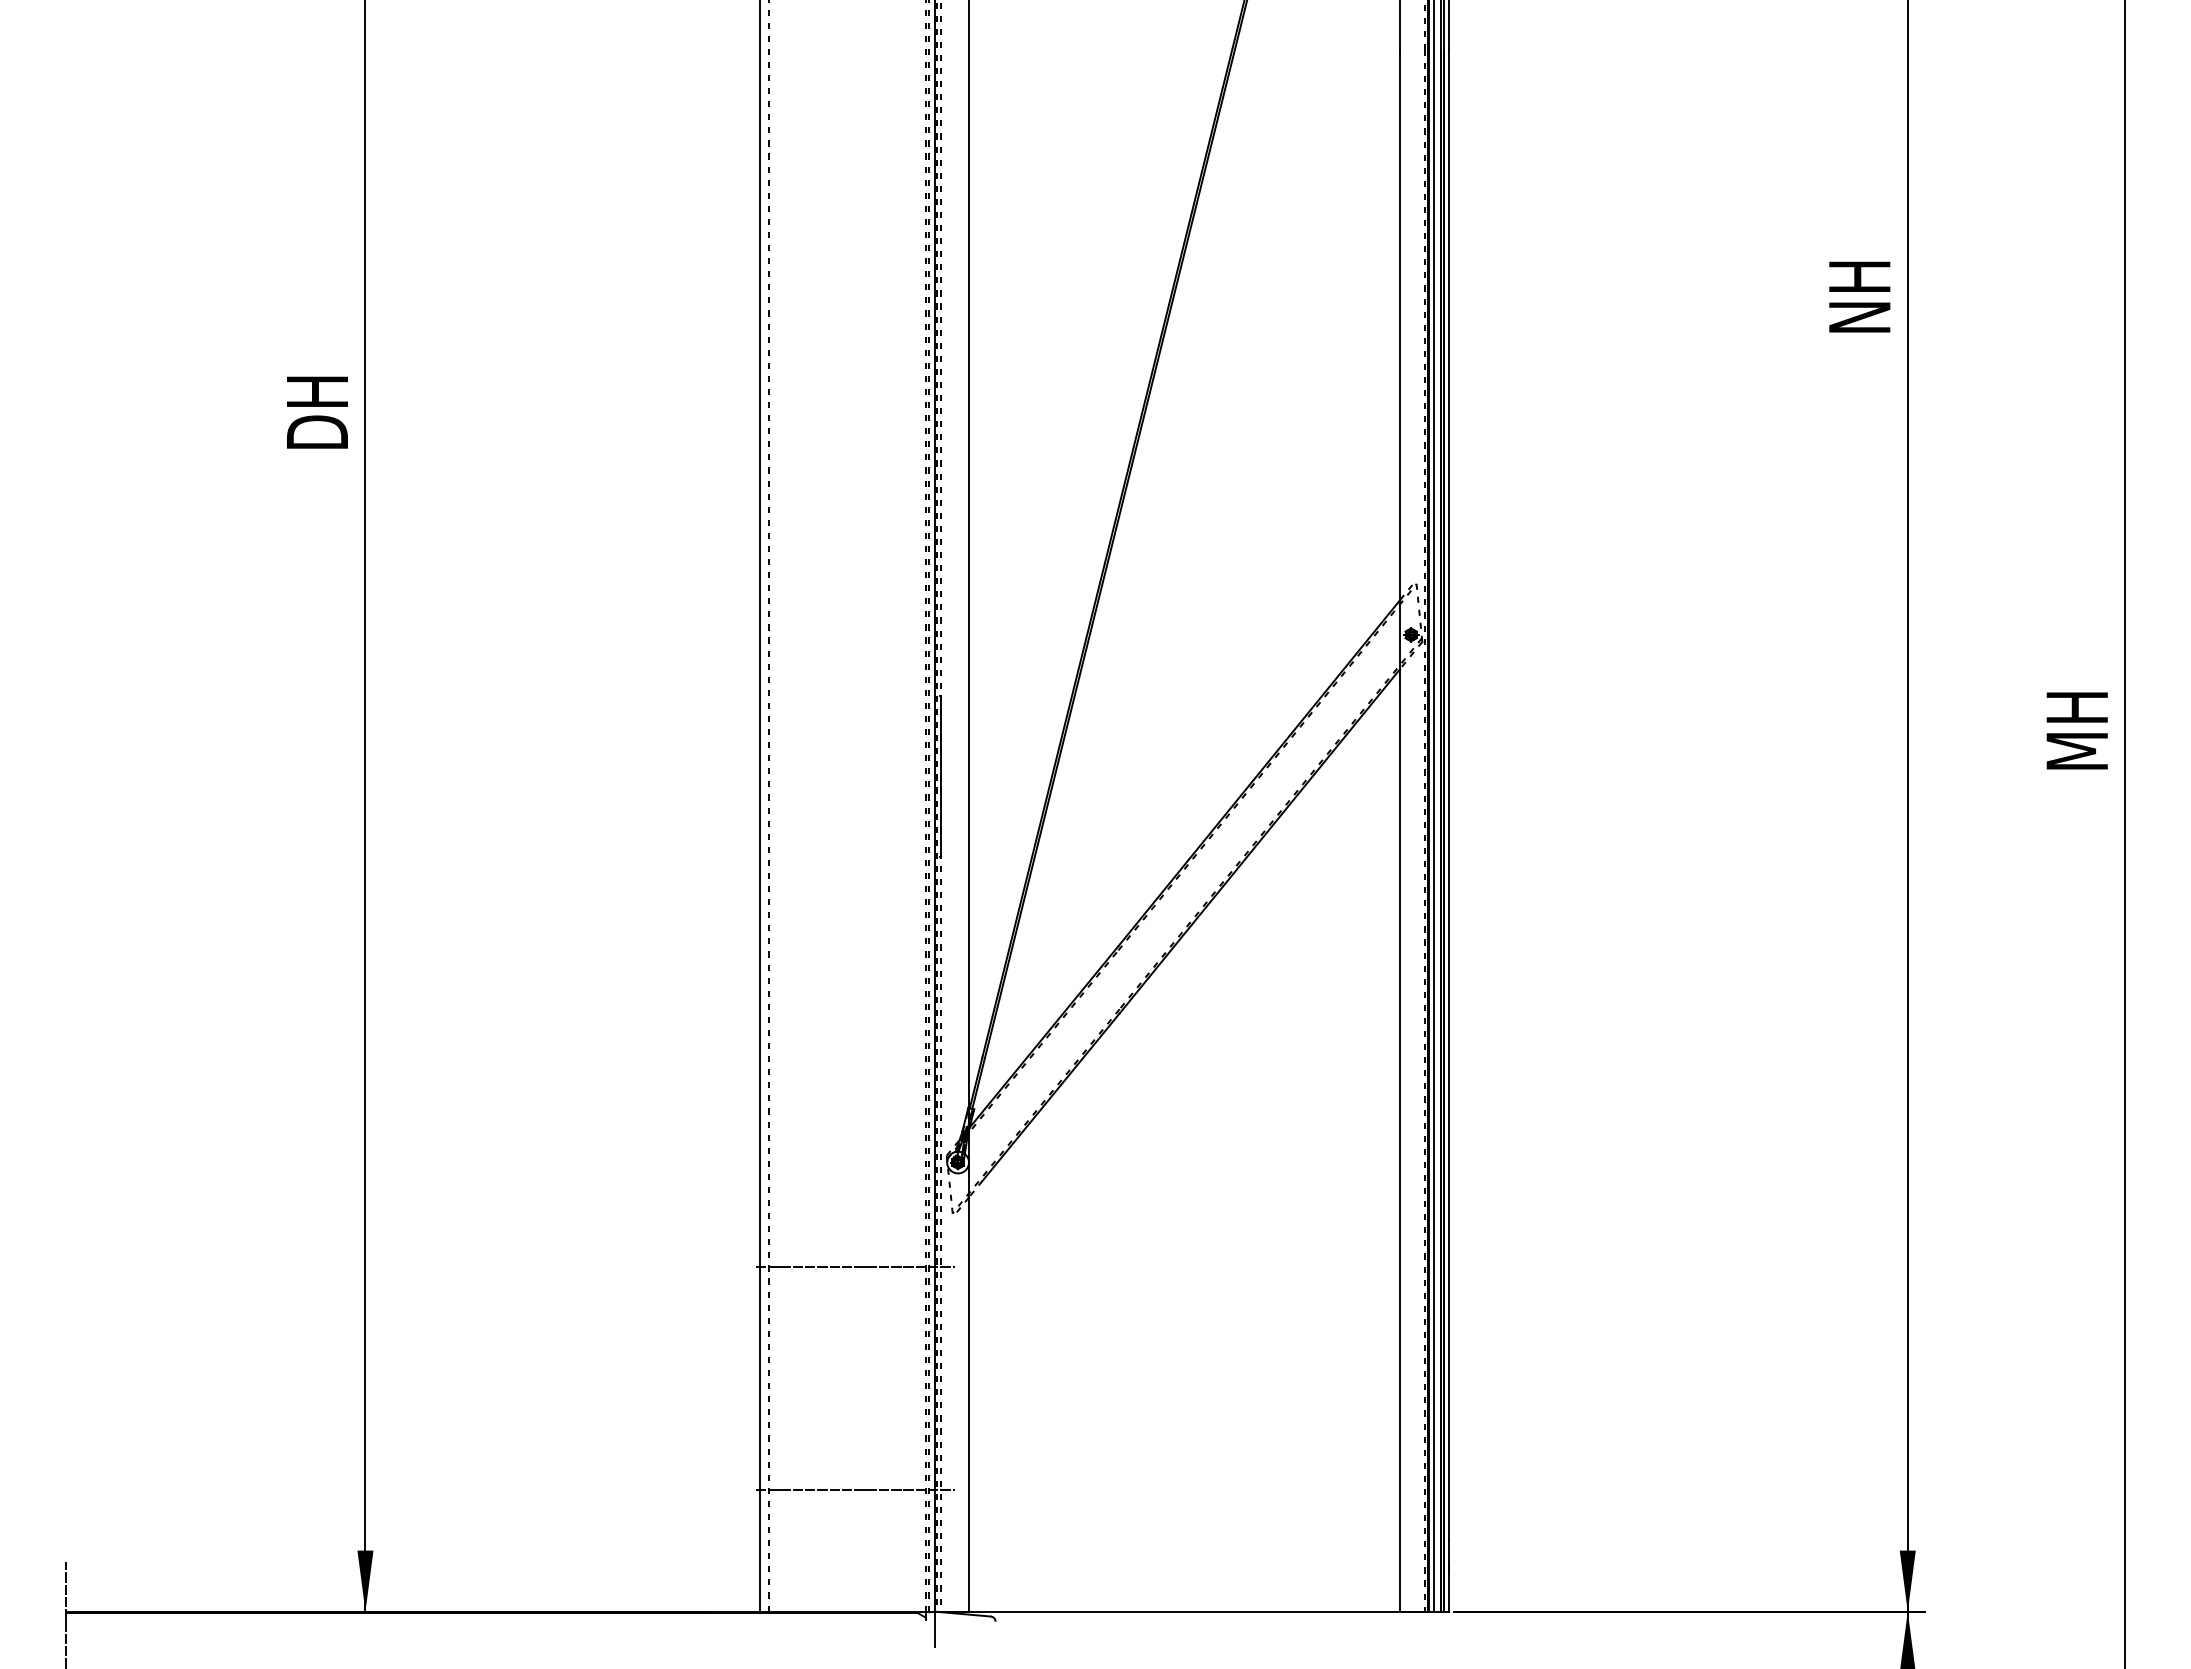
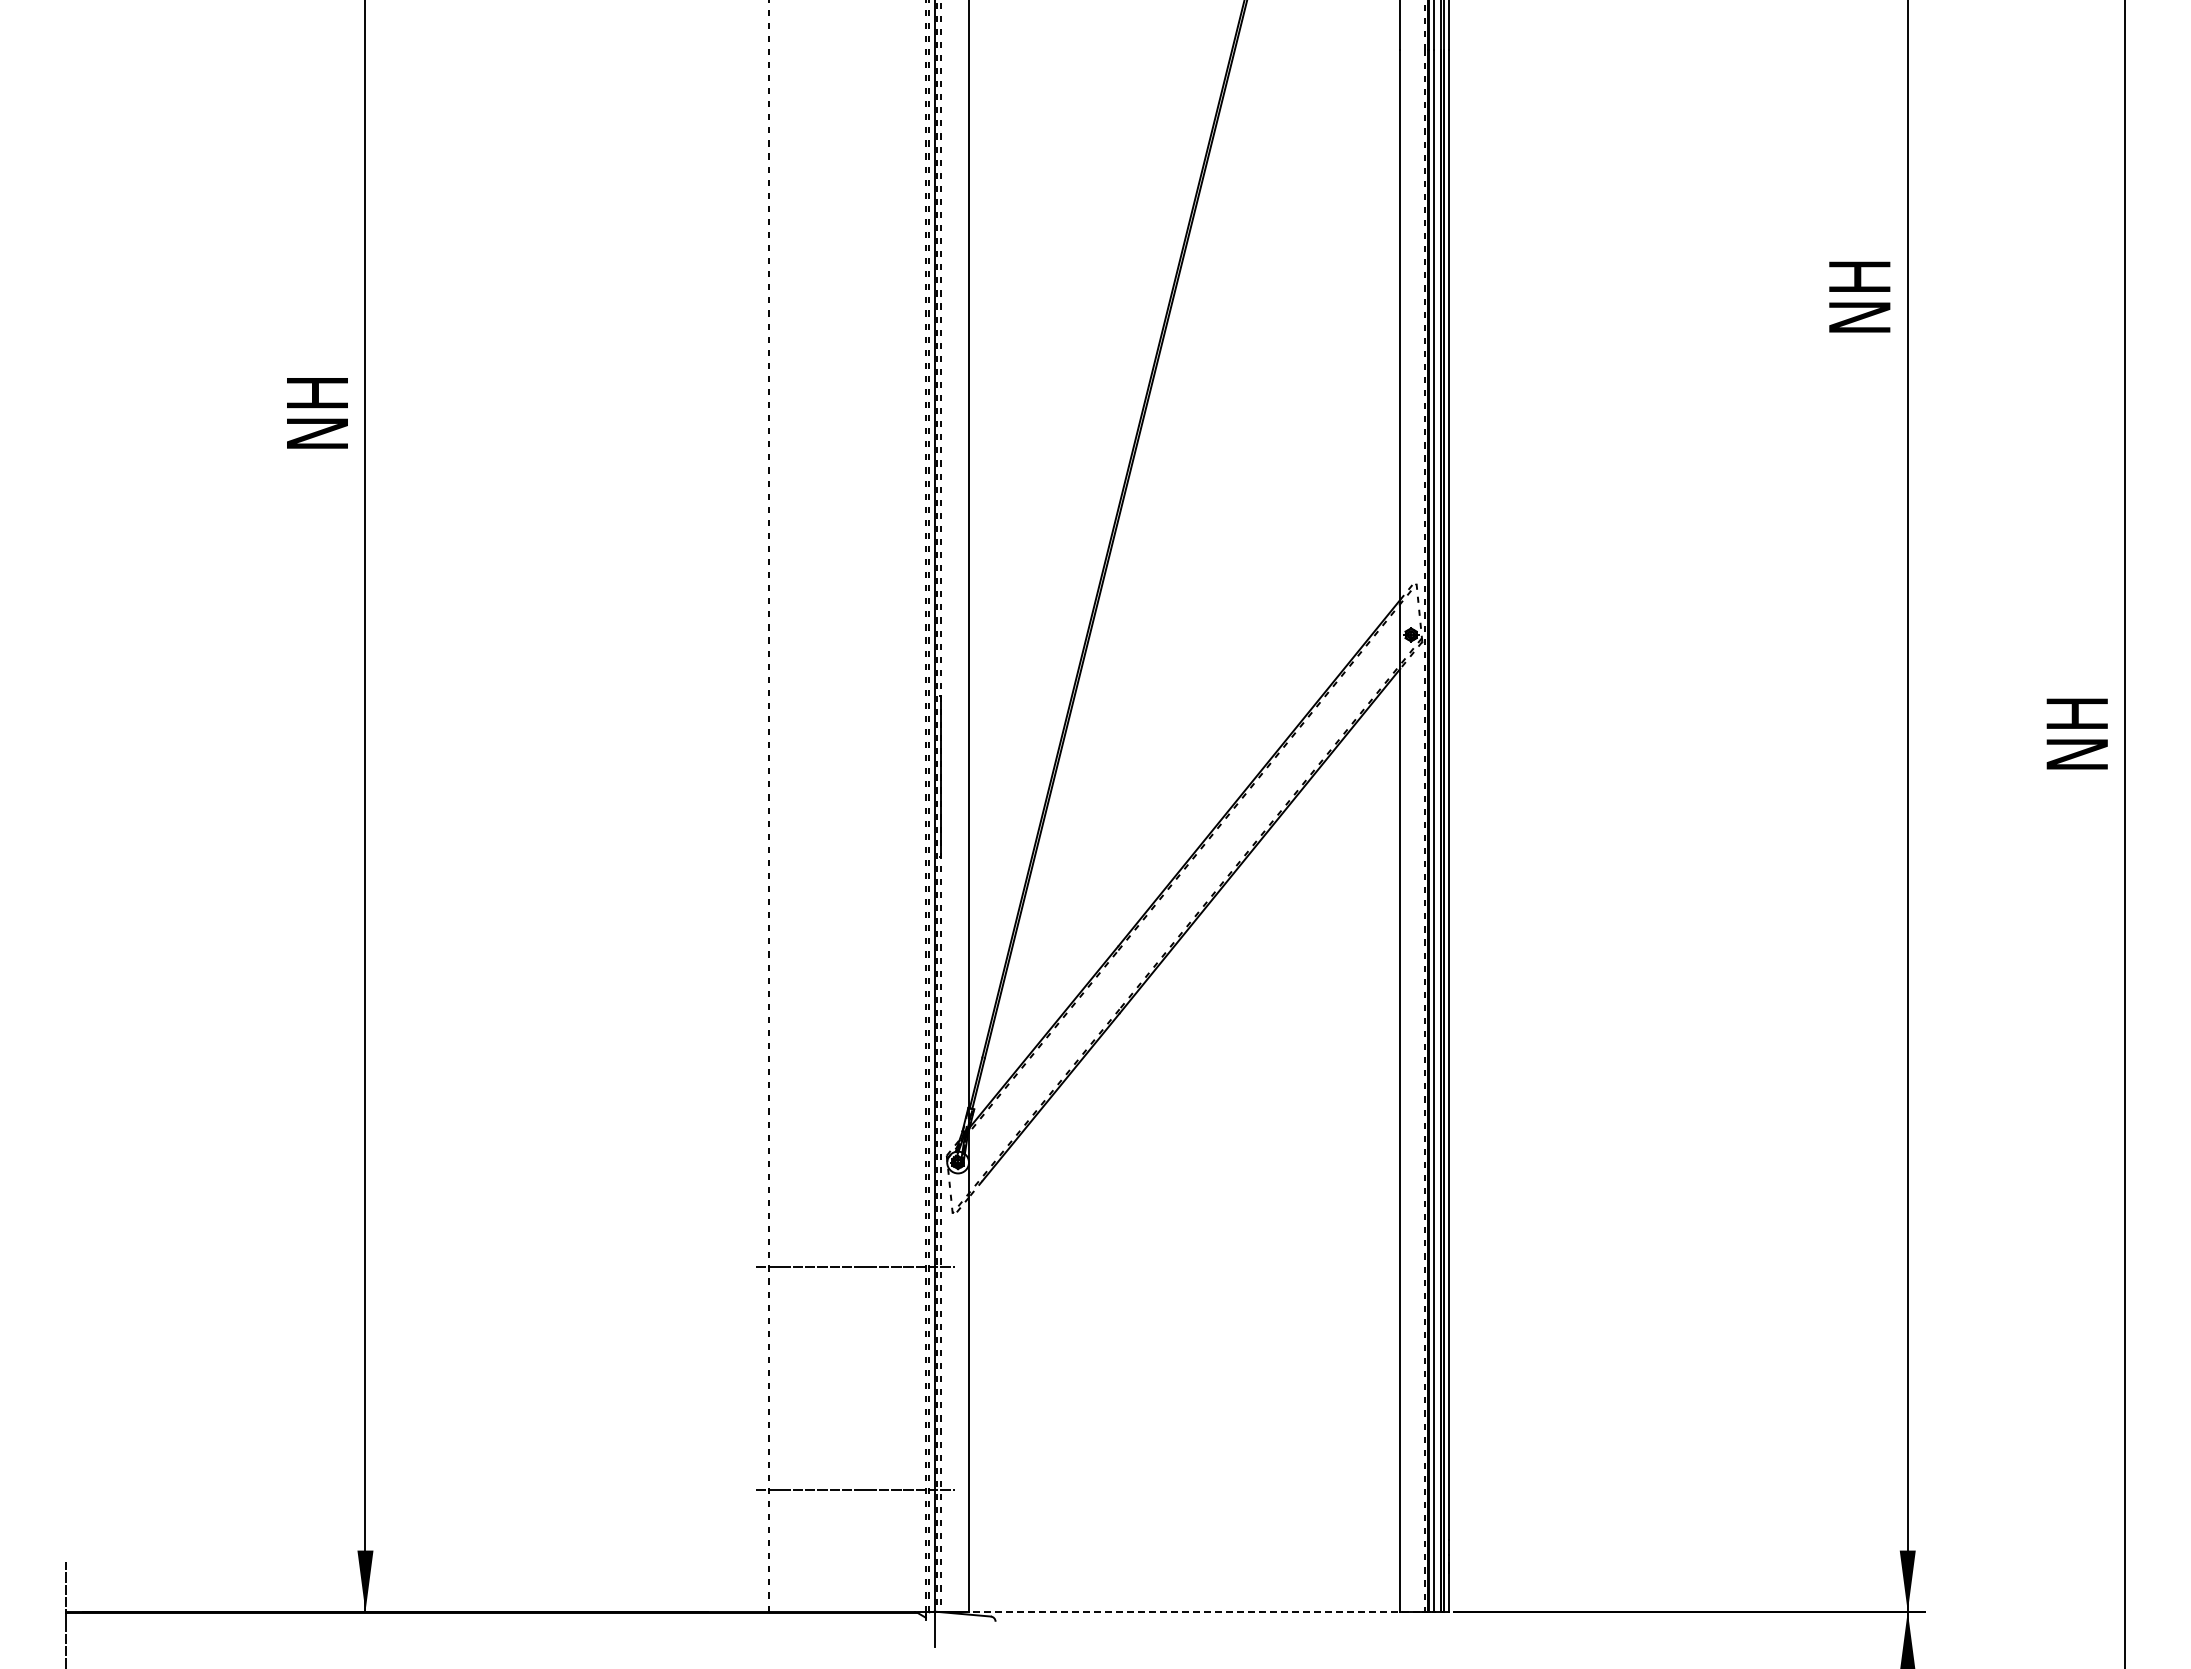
text at (317, 409): DH -> NH
text at (2076, 728): MH -> NH
line at (760, 806): present -> none
line at (1188, 1611): solid -> dashed
